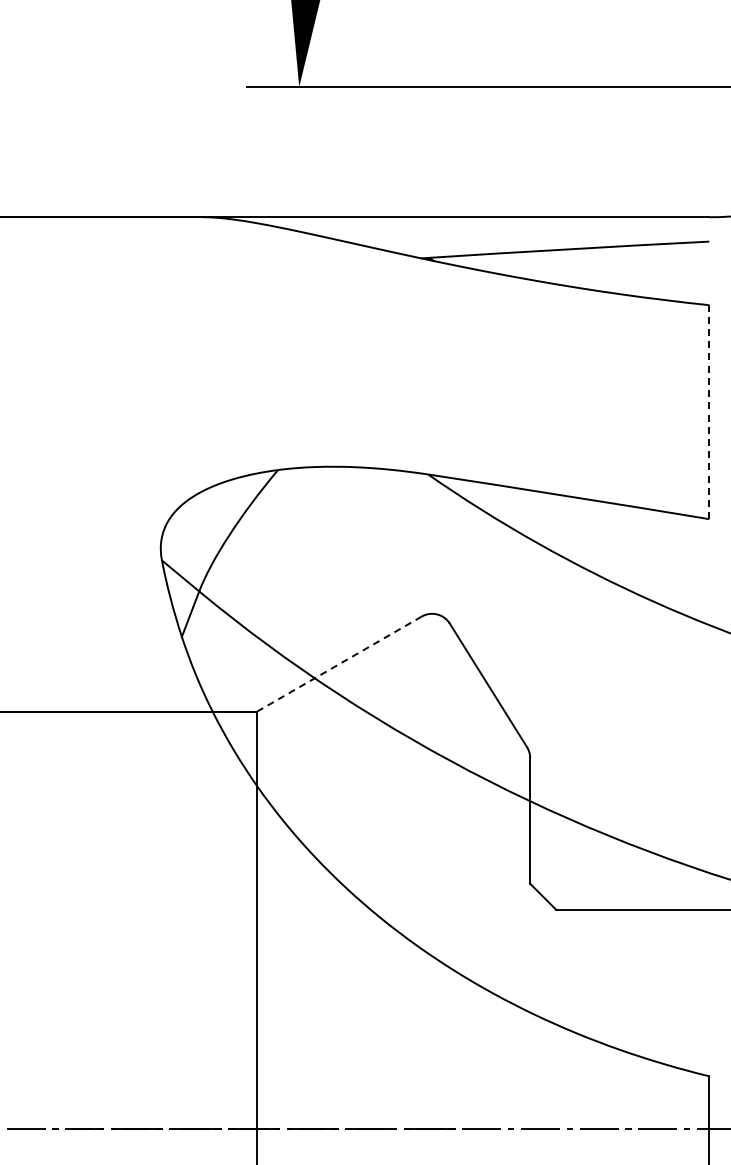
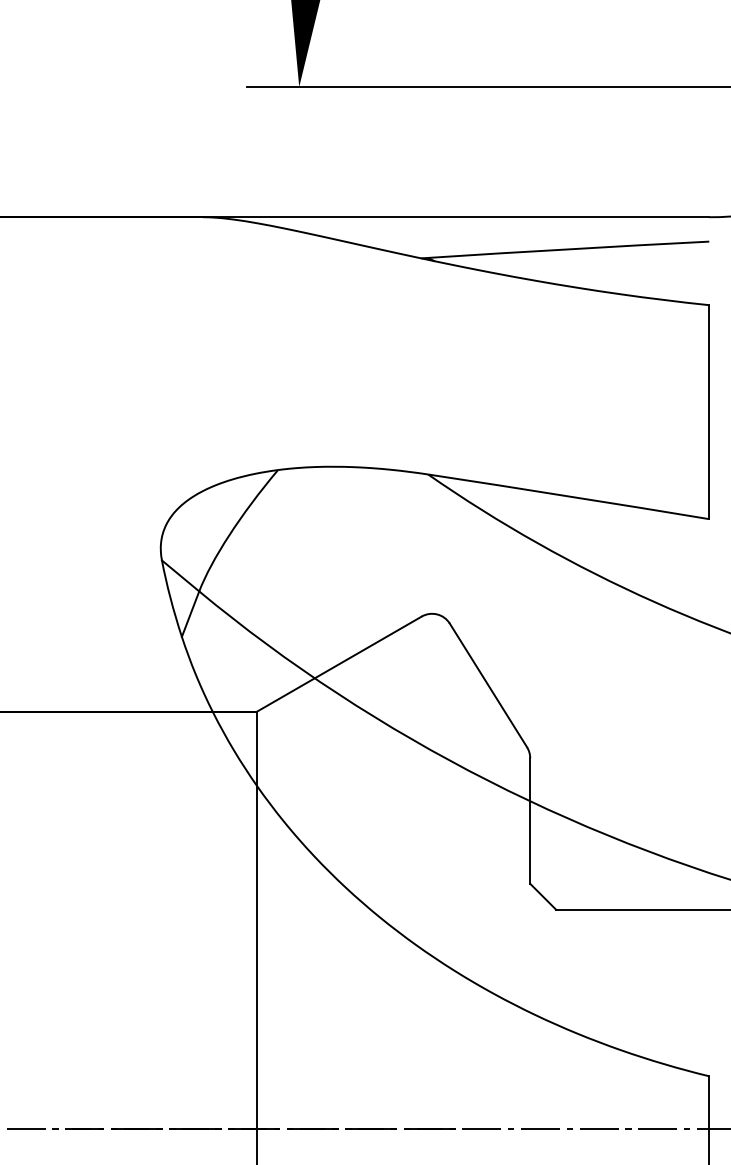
line at (709, 412): dashed -> solid
line at (338, 664): dashed -> solid
